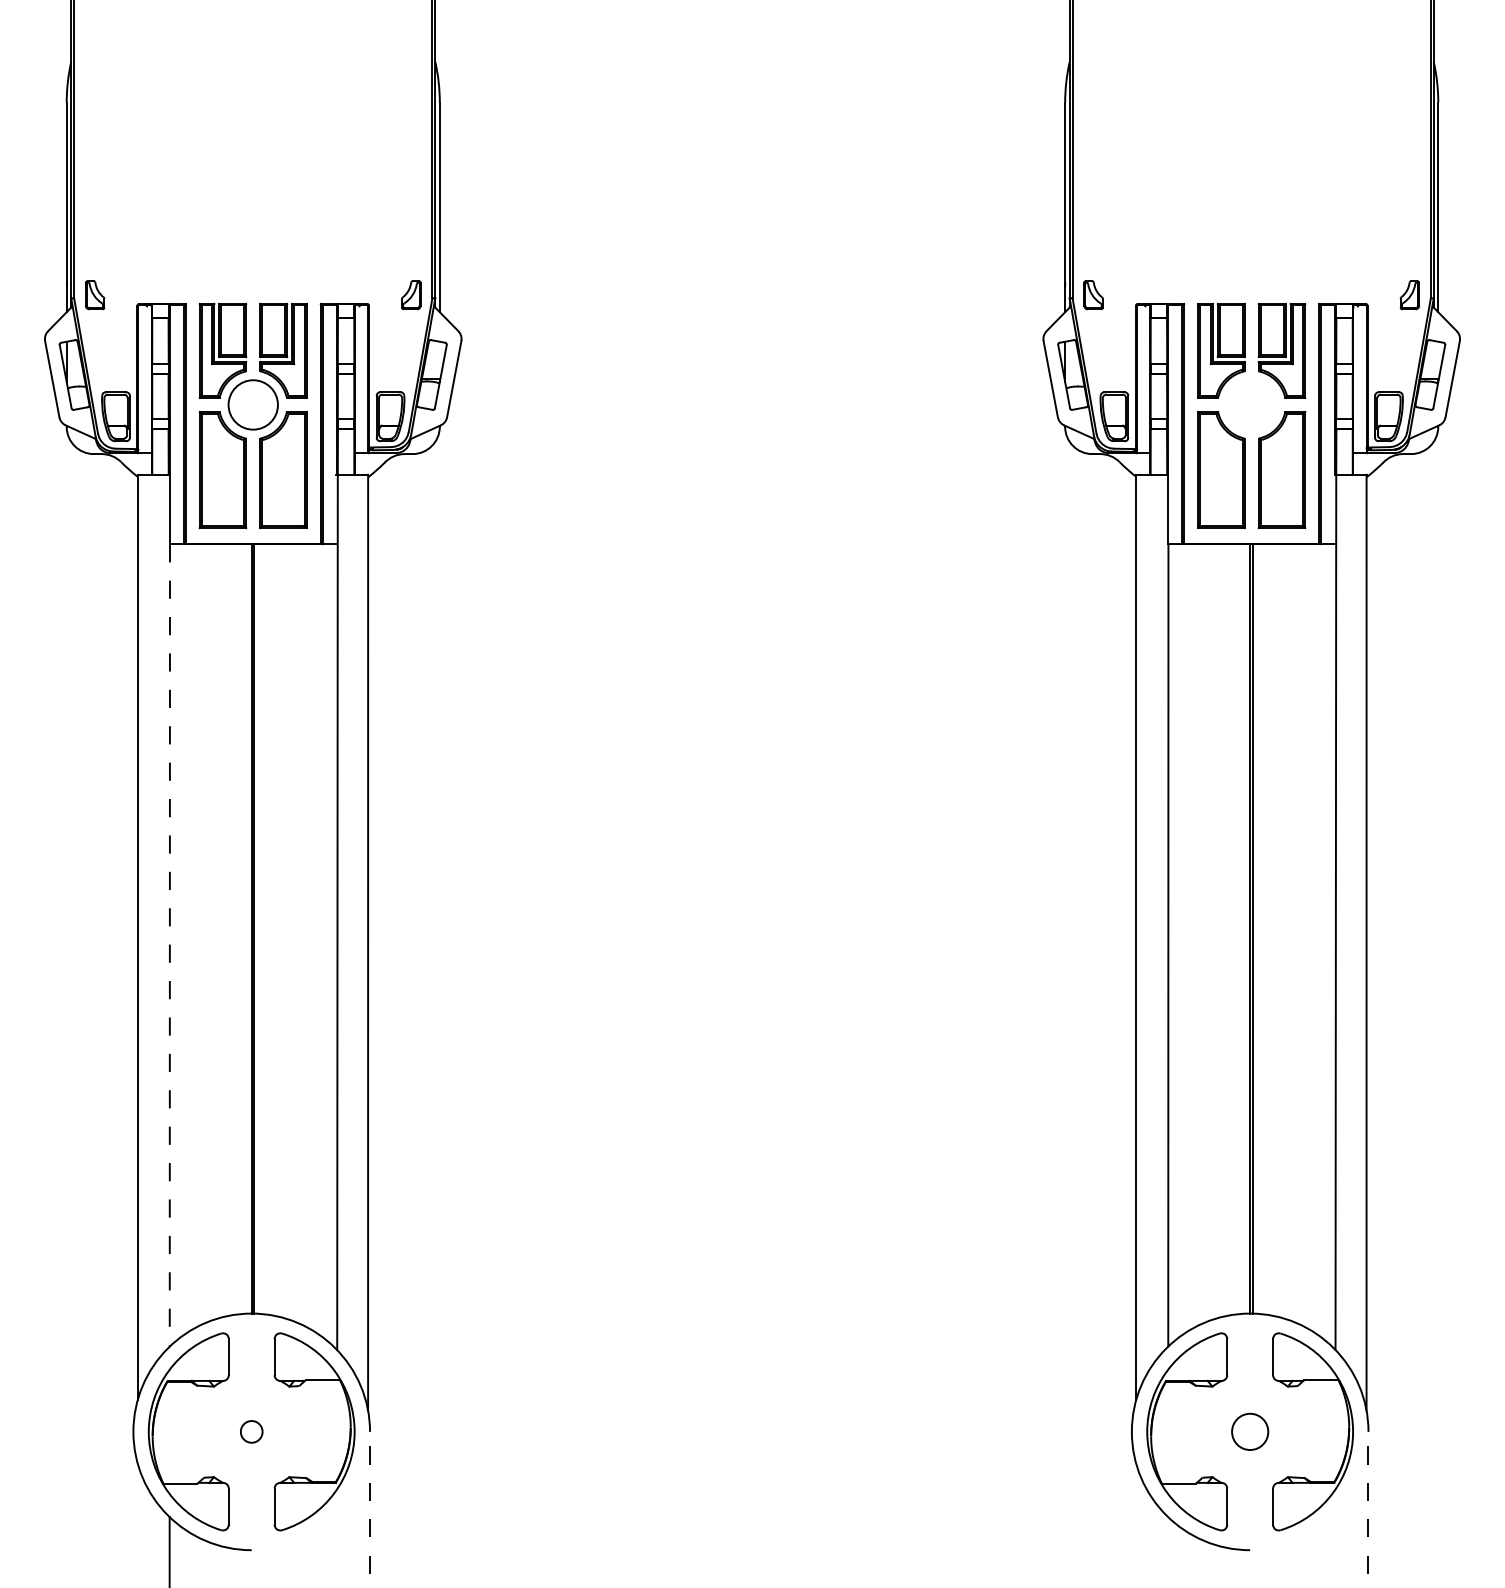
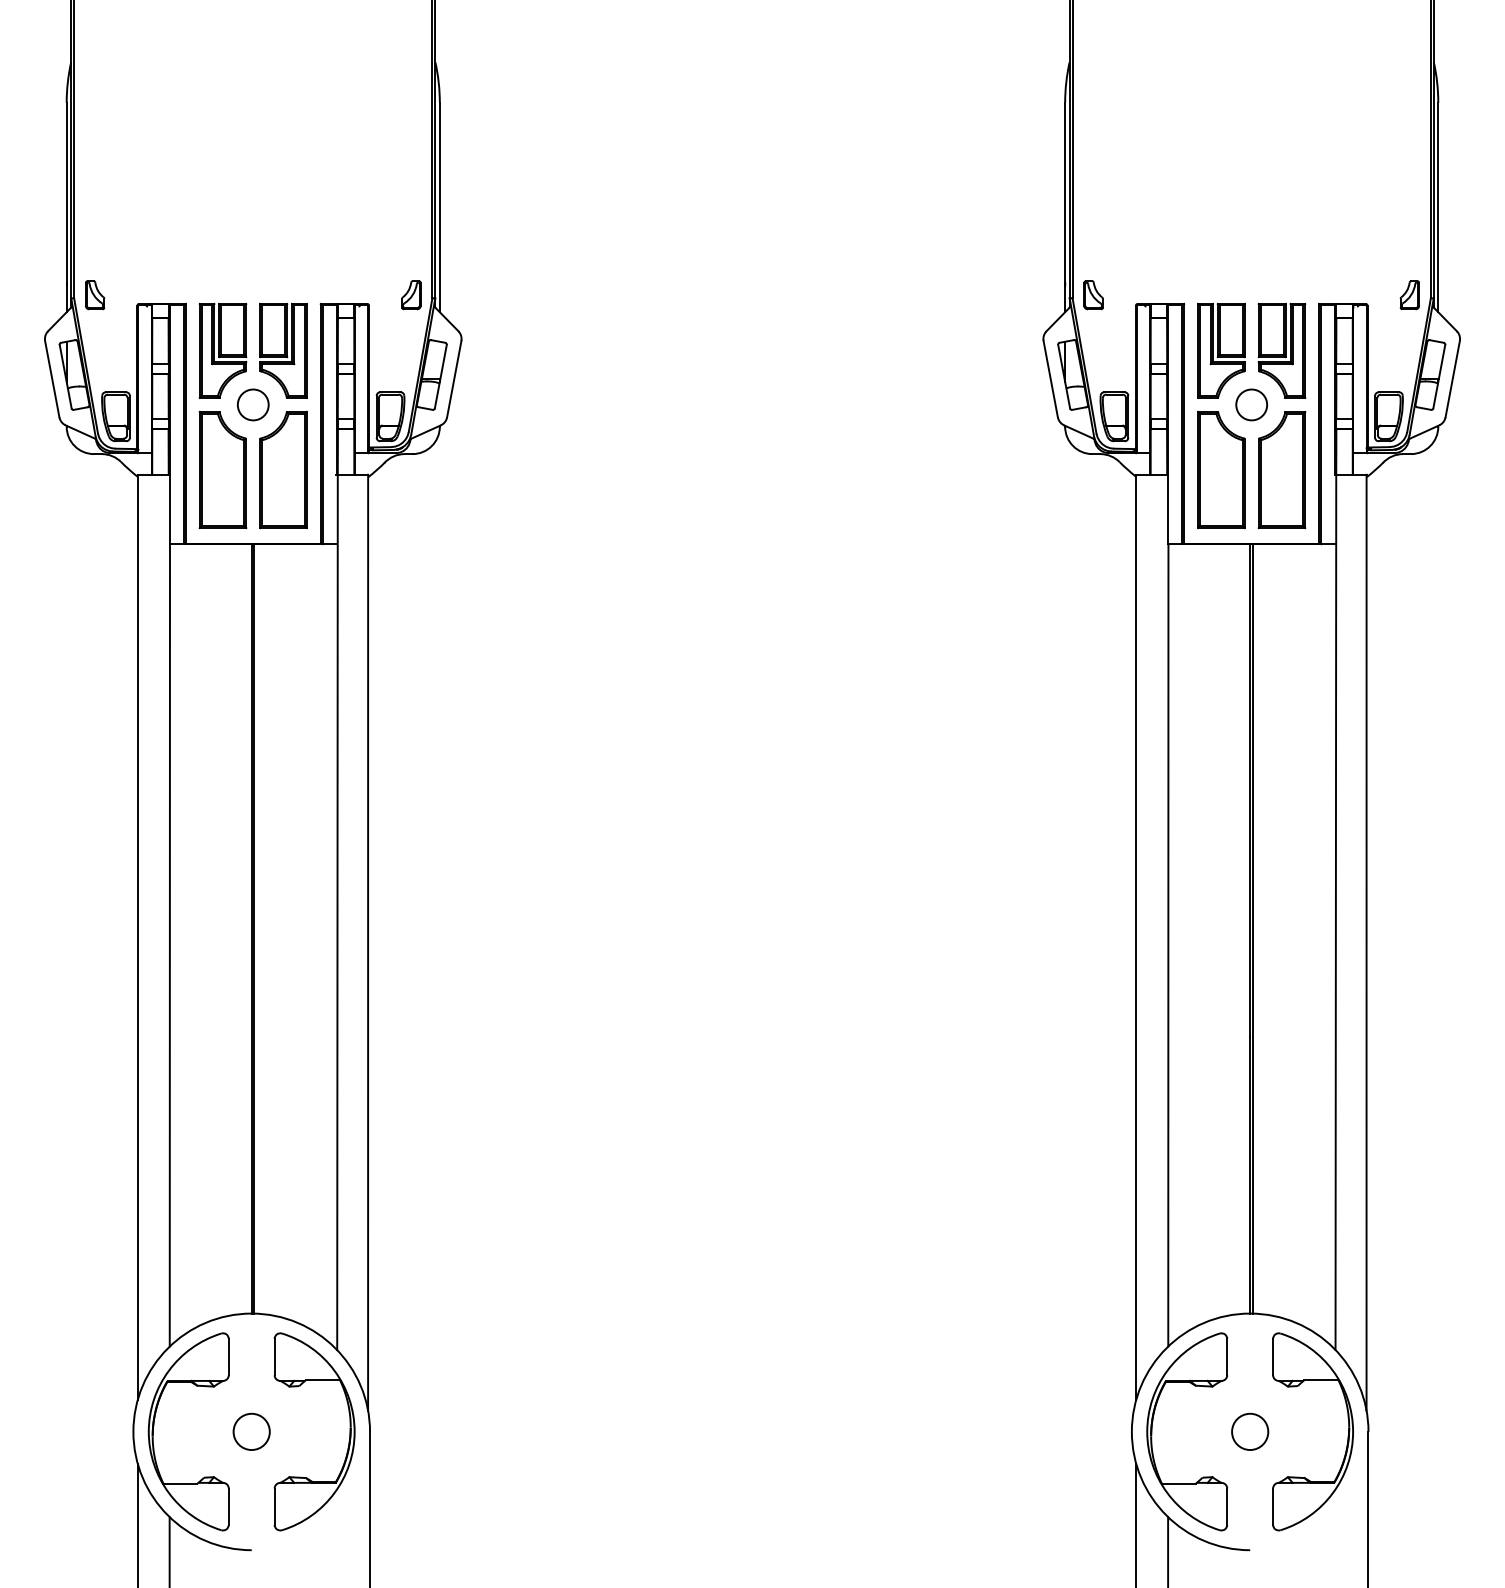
circle at (252, 404) diameter: 49 px -> 31 px
circle at (1251, 404): none -> present
line at (169, 945): dashed -> solid
circle at (251, 1431) diameter: 22 px -> 36 px
line at (370, 1509): dashed -> solid
line at (1368, 1509): dashed -> solid
line at (137, 1524): none -> present
line at (1136, 1524): none -> present
line at (1168, 1550): none -> present
